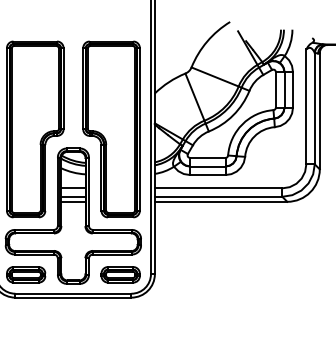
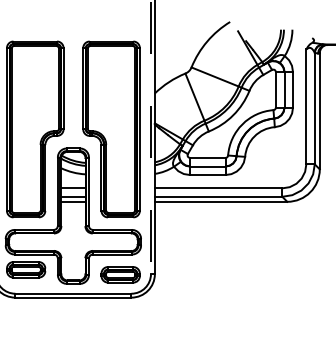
line at (150, 137): solid -> dashed
part at (26, 274) position: (26, 274) -> (26, 269)
